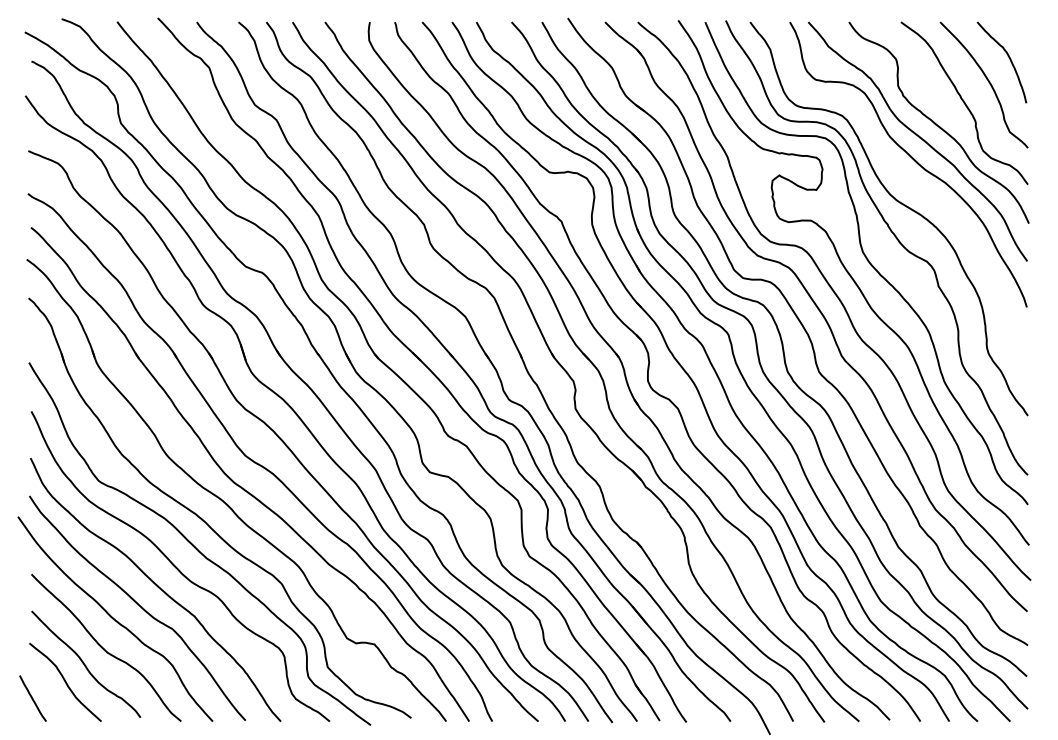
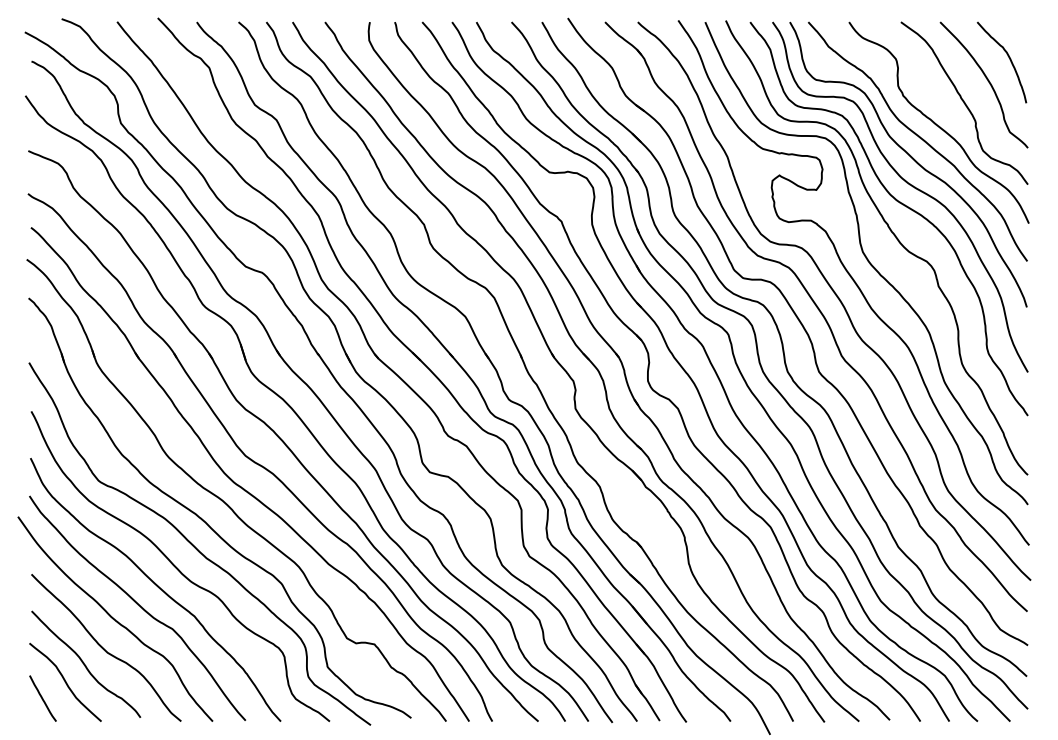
curve at (909, 185): none -> present
line at (32, 698) position: (32, 698) -> (42, 698)
